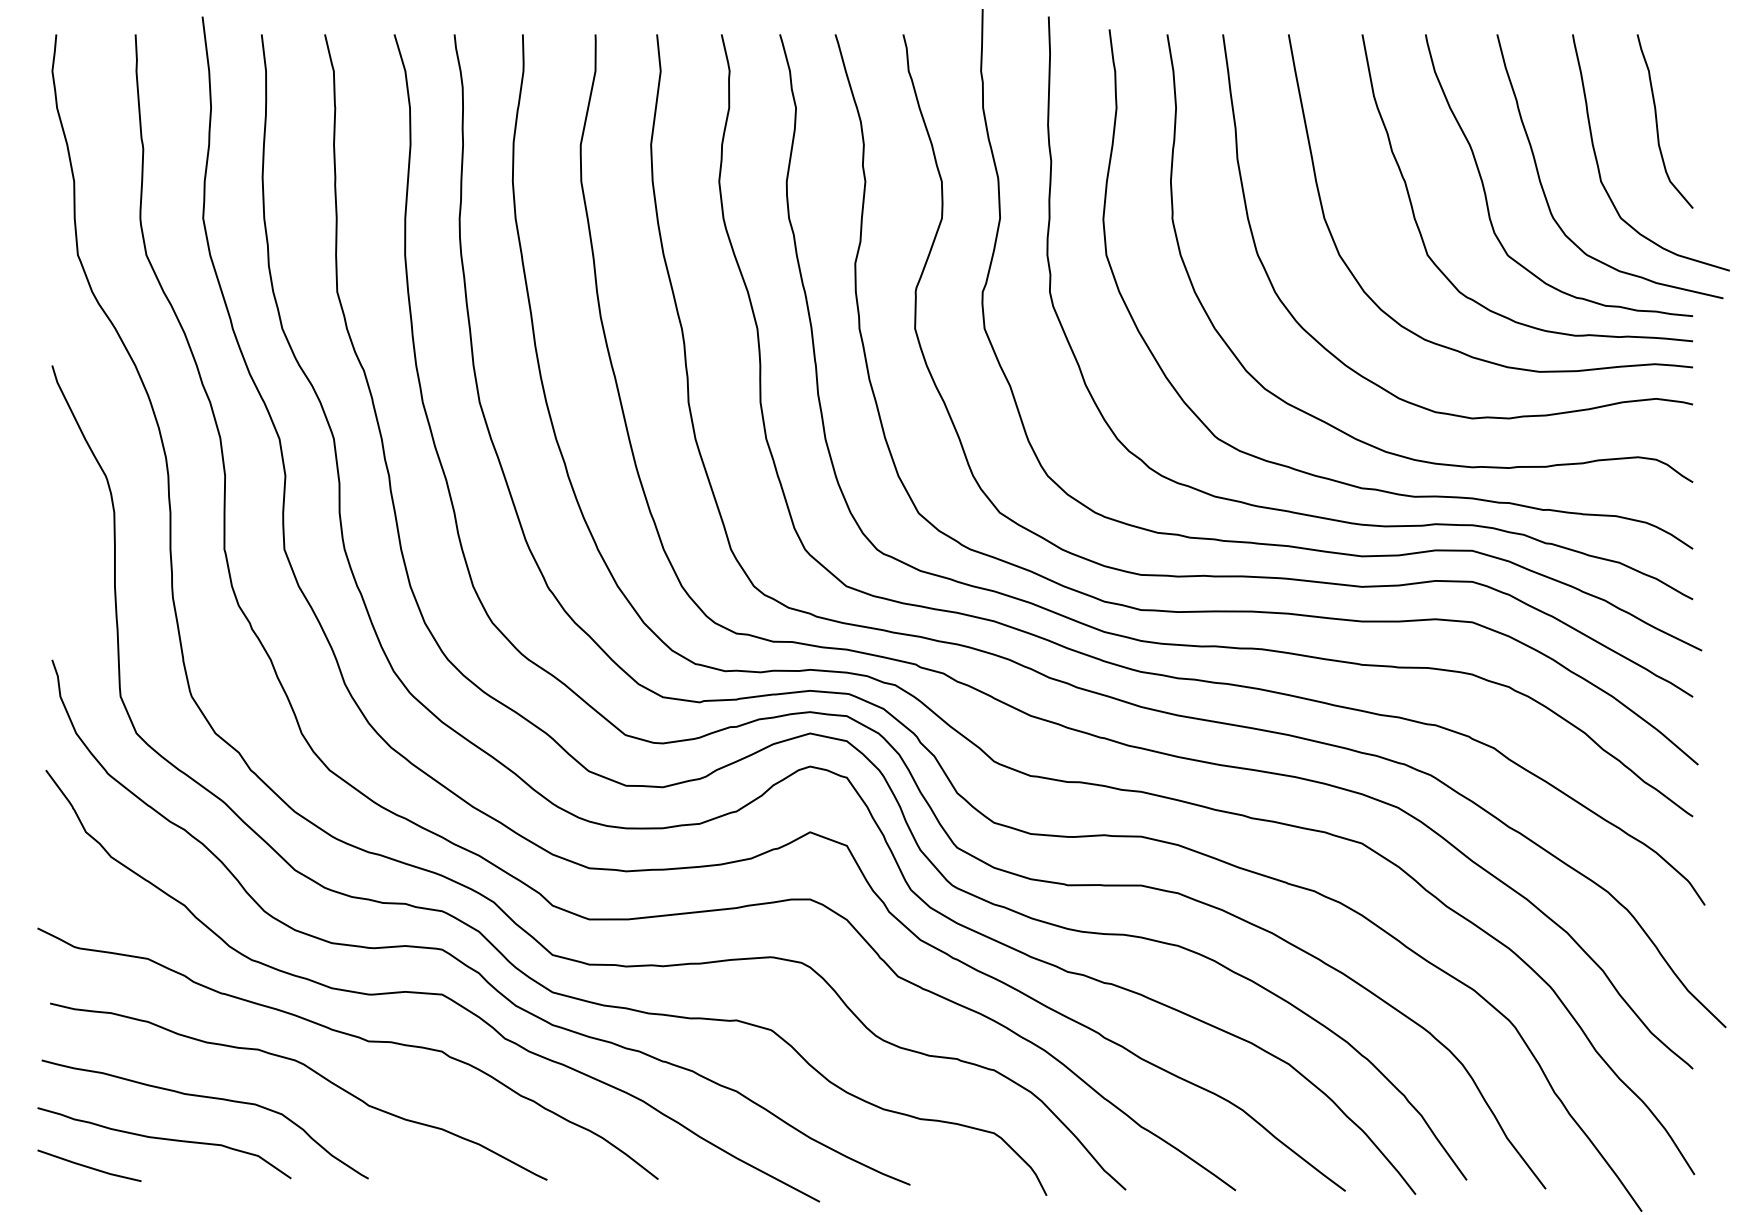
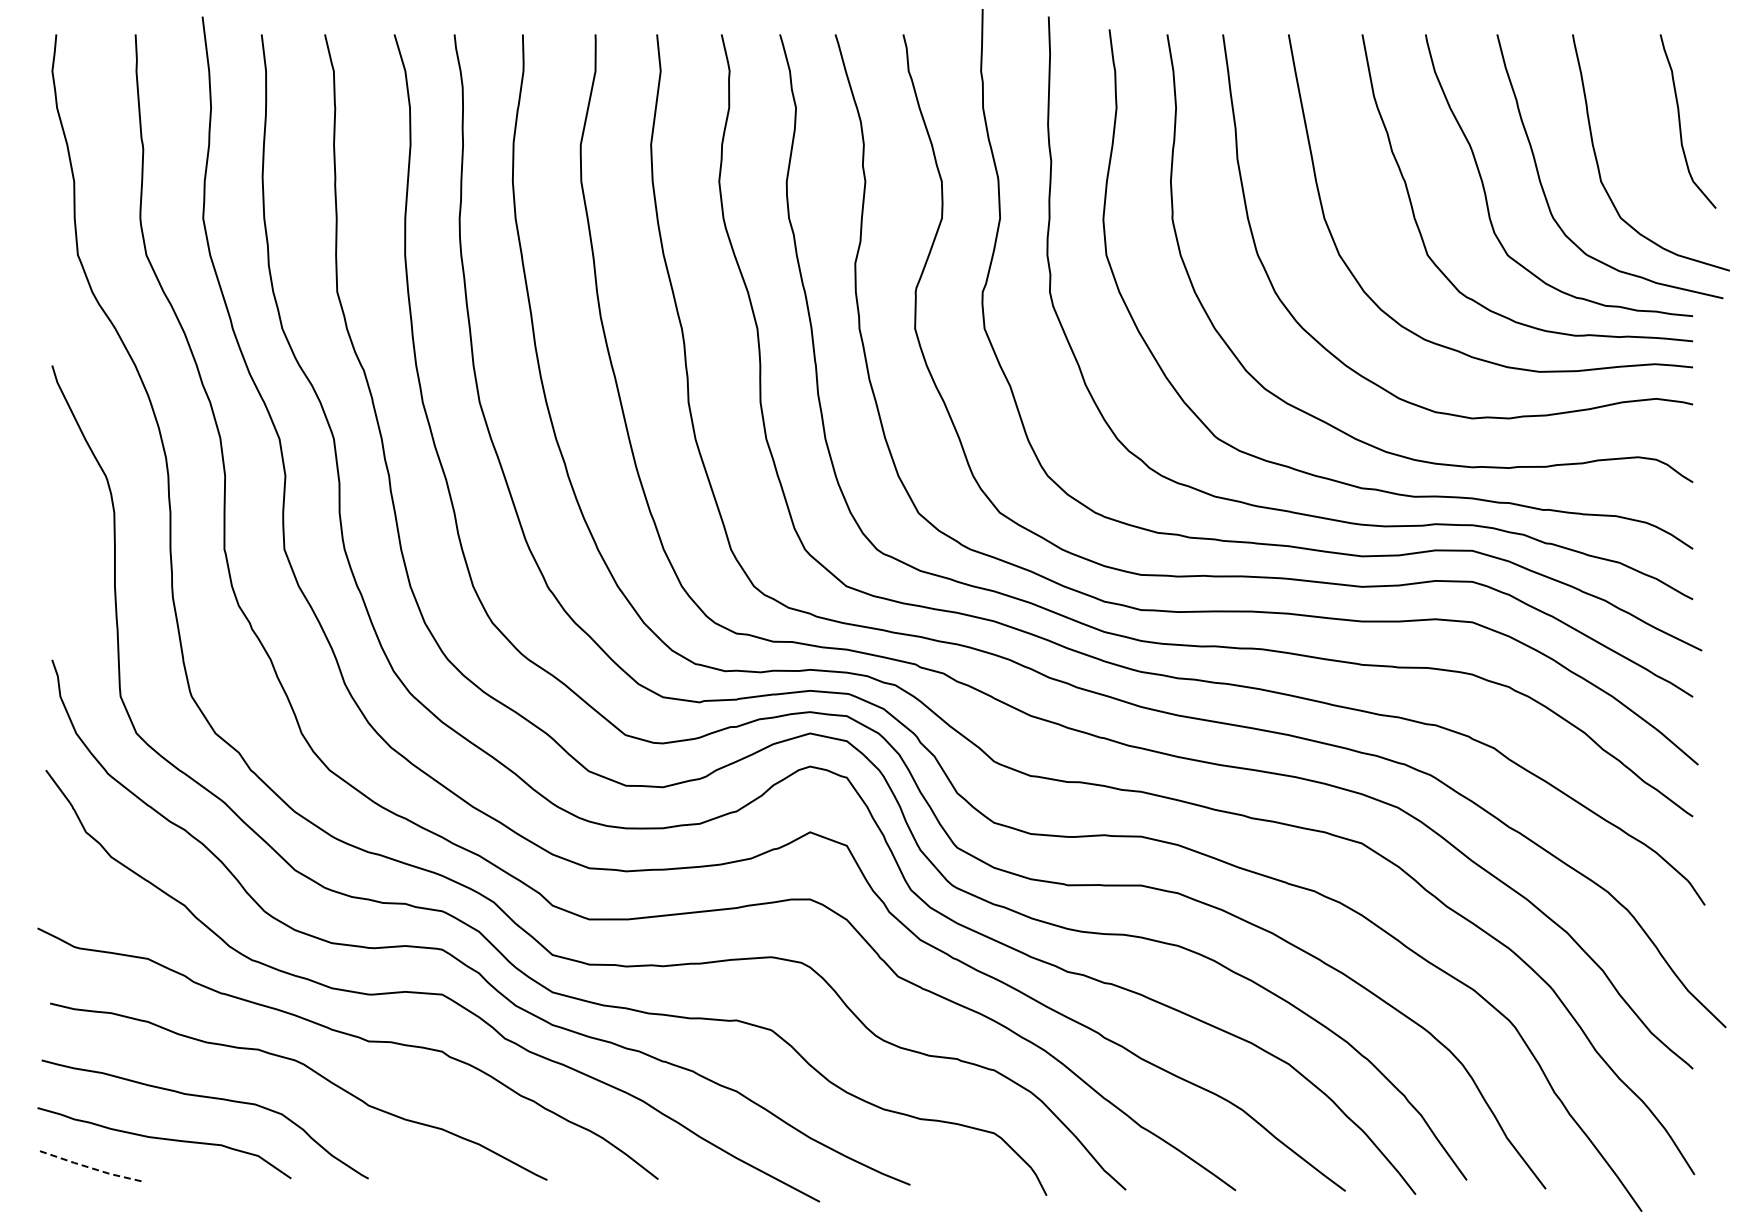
curve at (1657, 121) position: (1657, 121) -> (1680, 121)
line at (89, 1167): solid -> dashed
